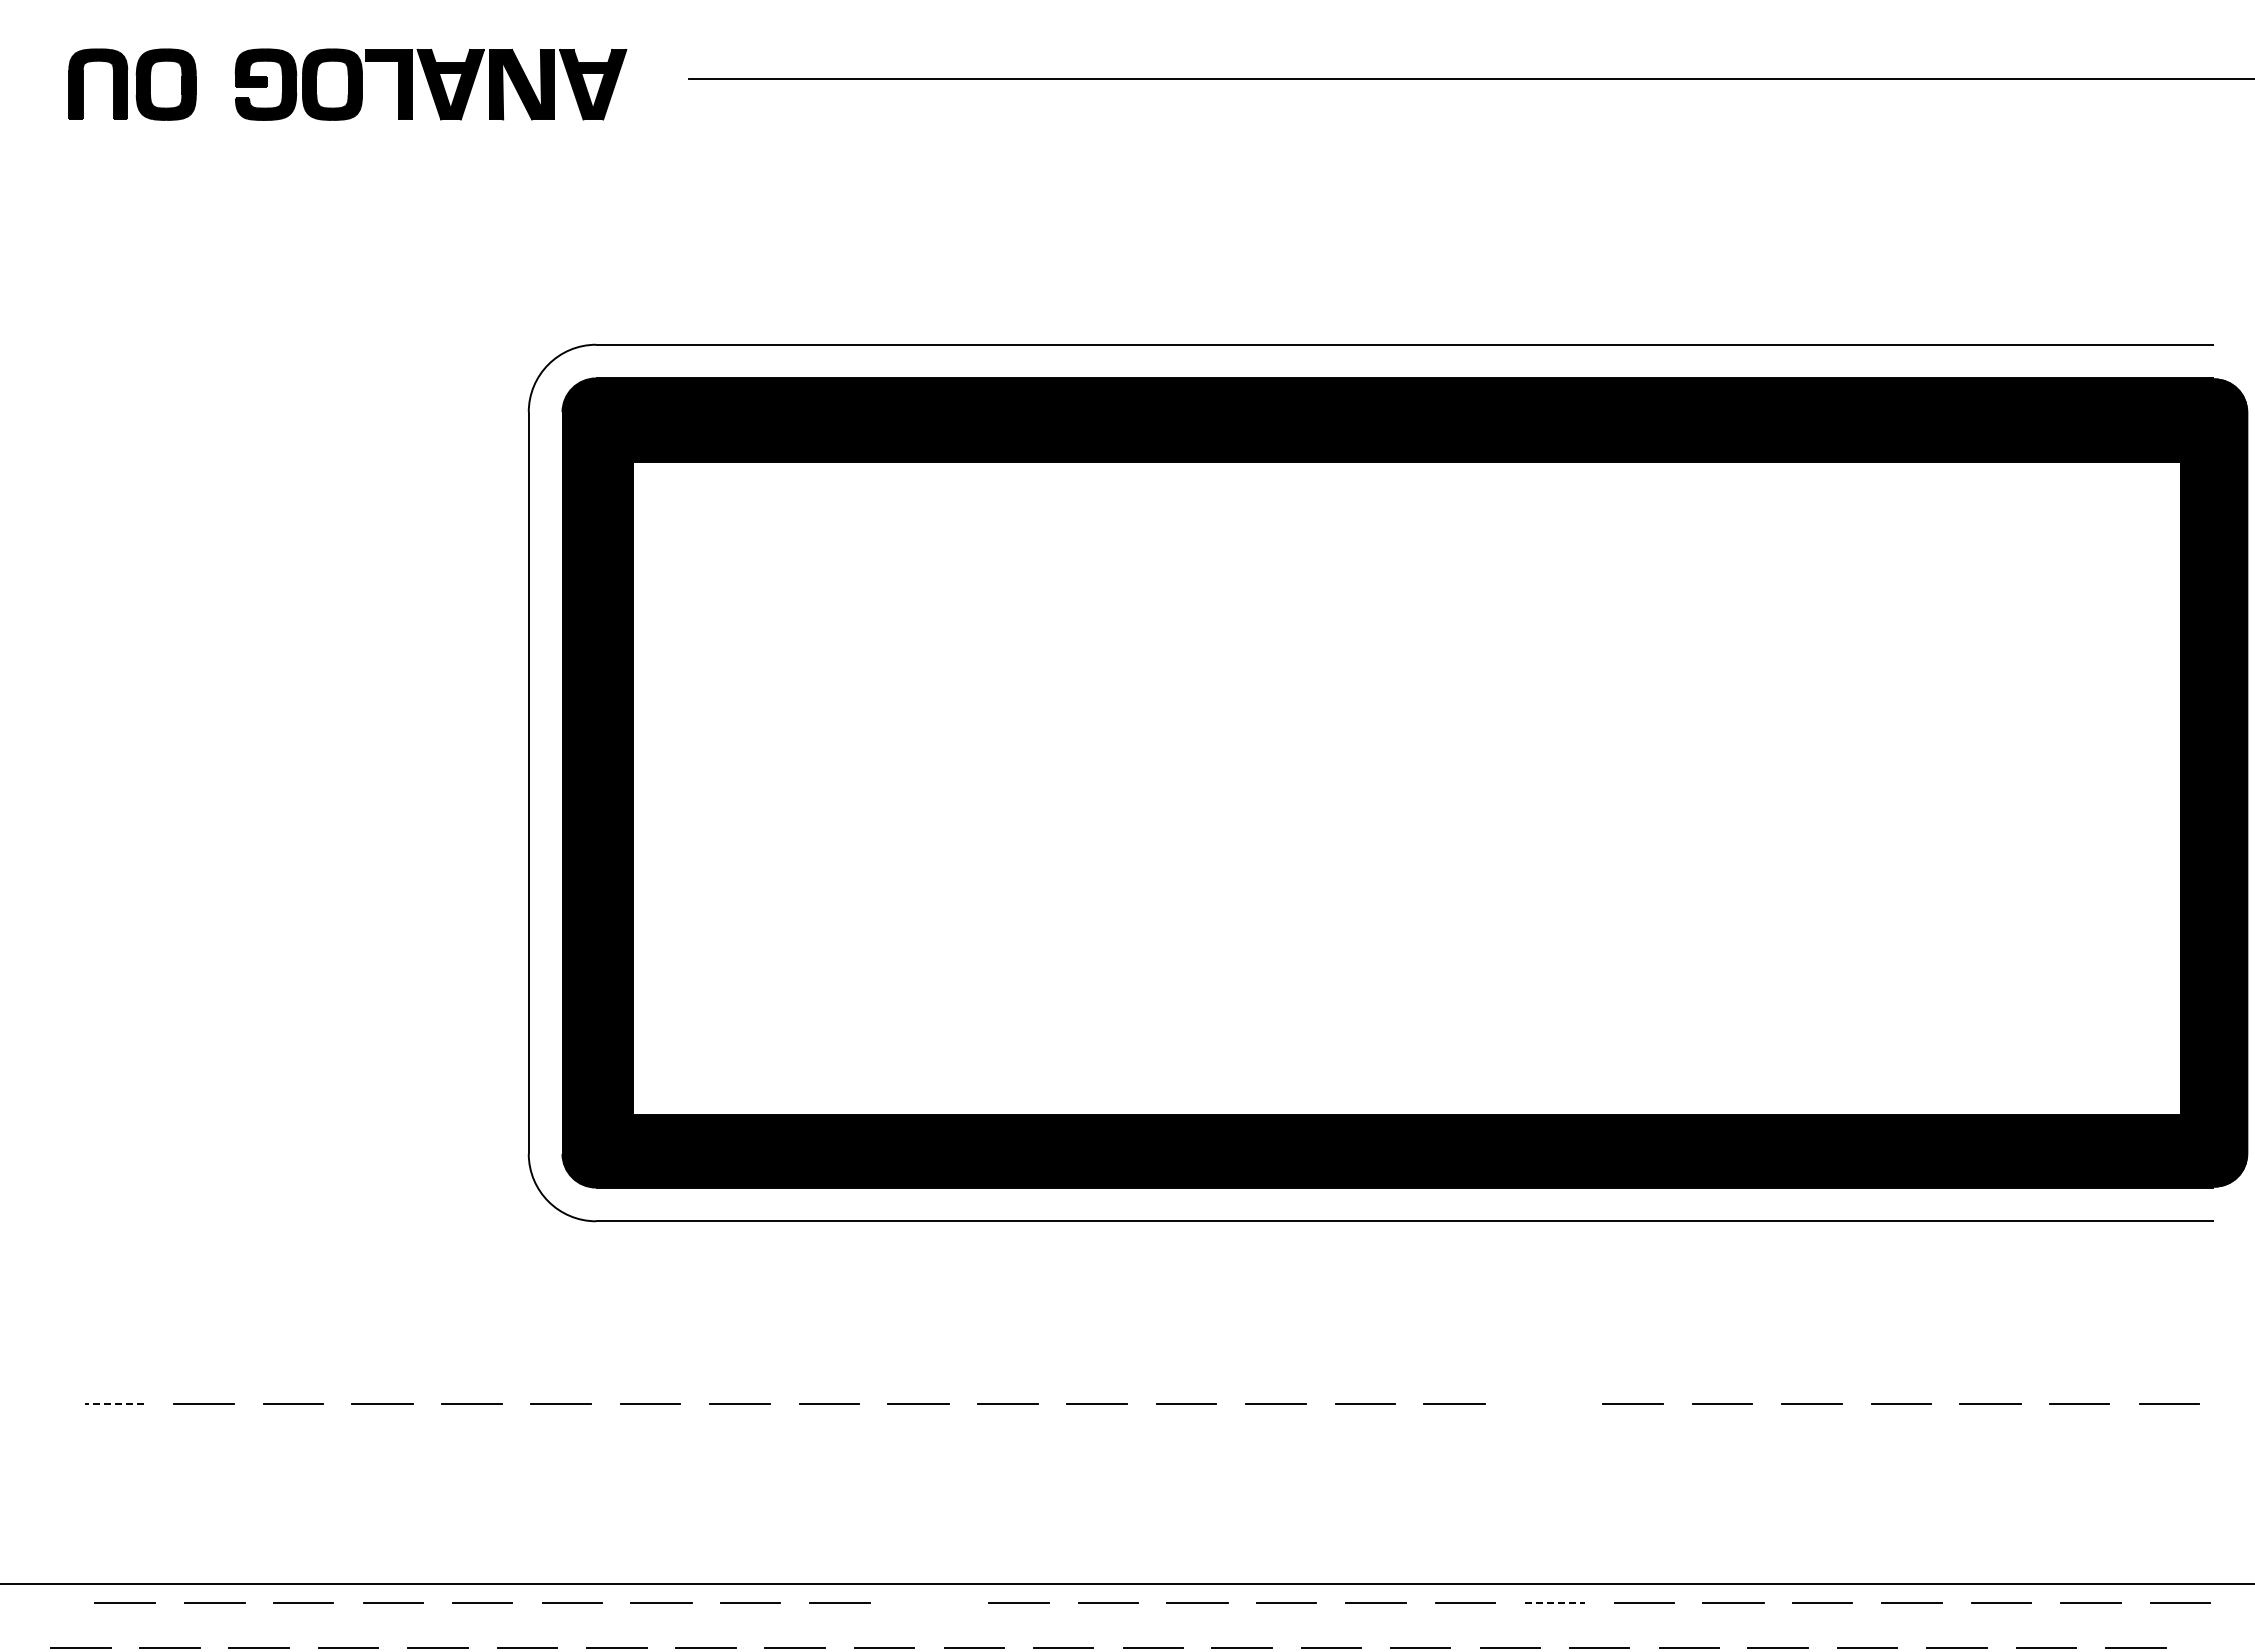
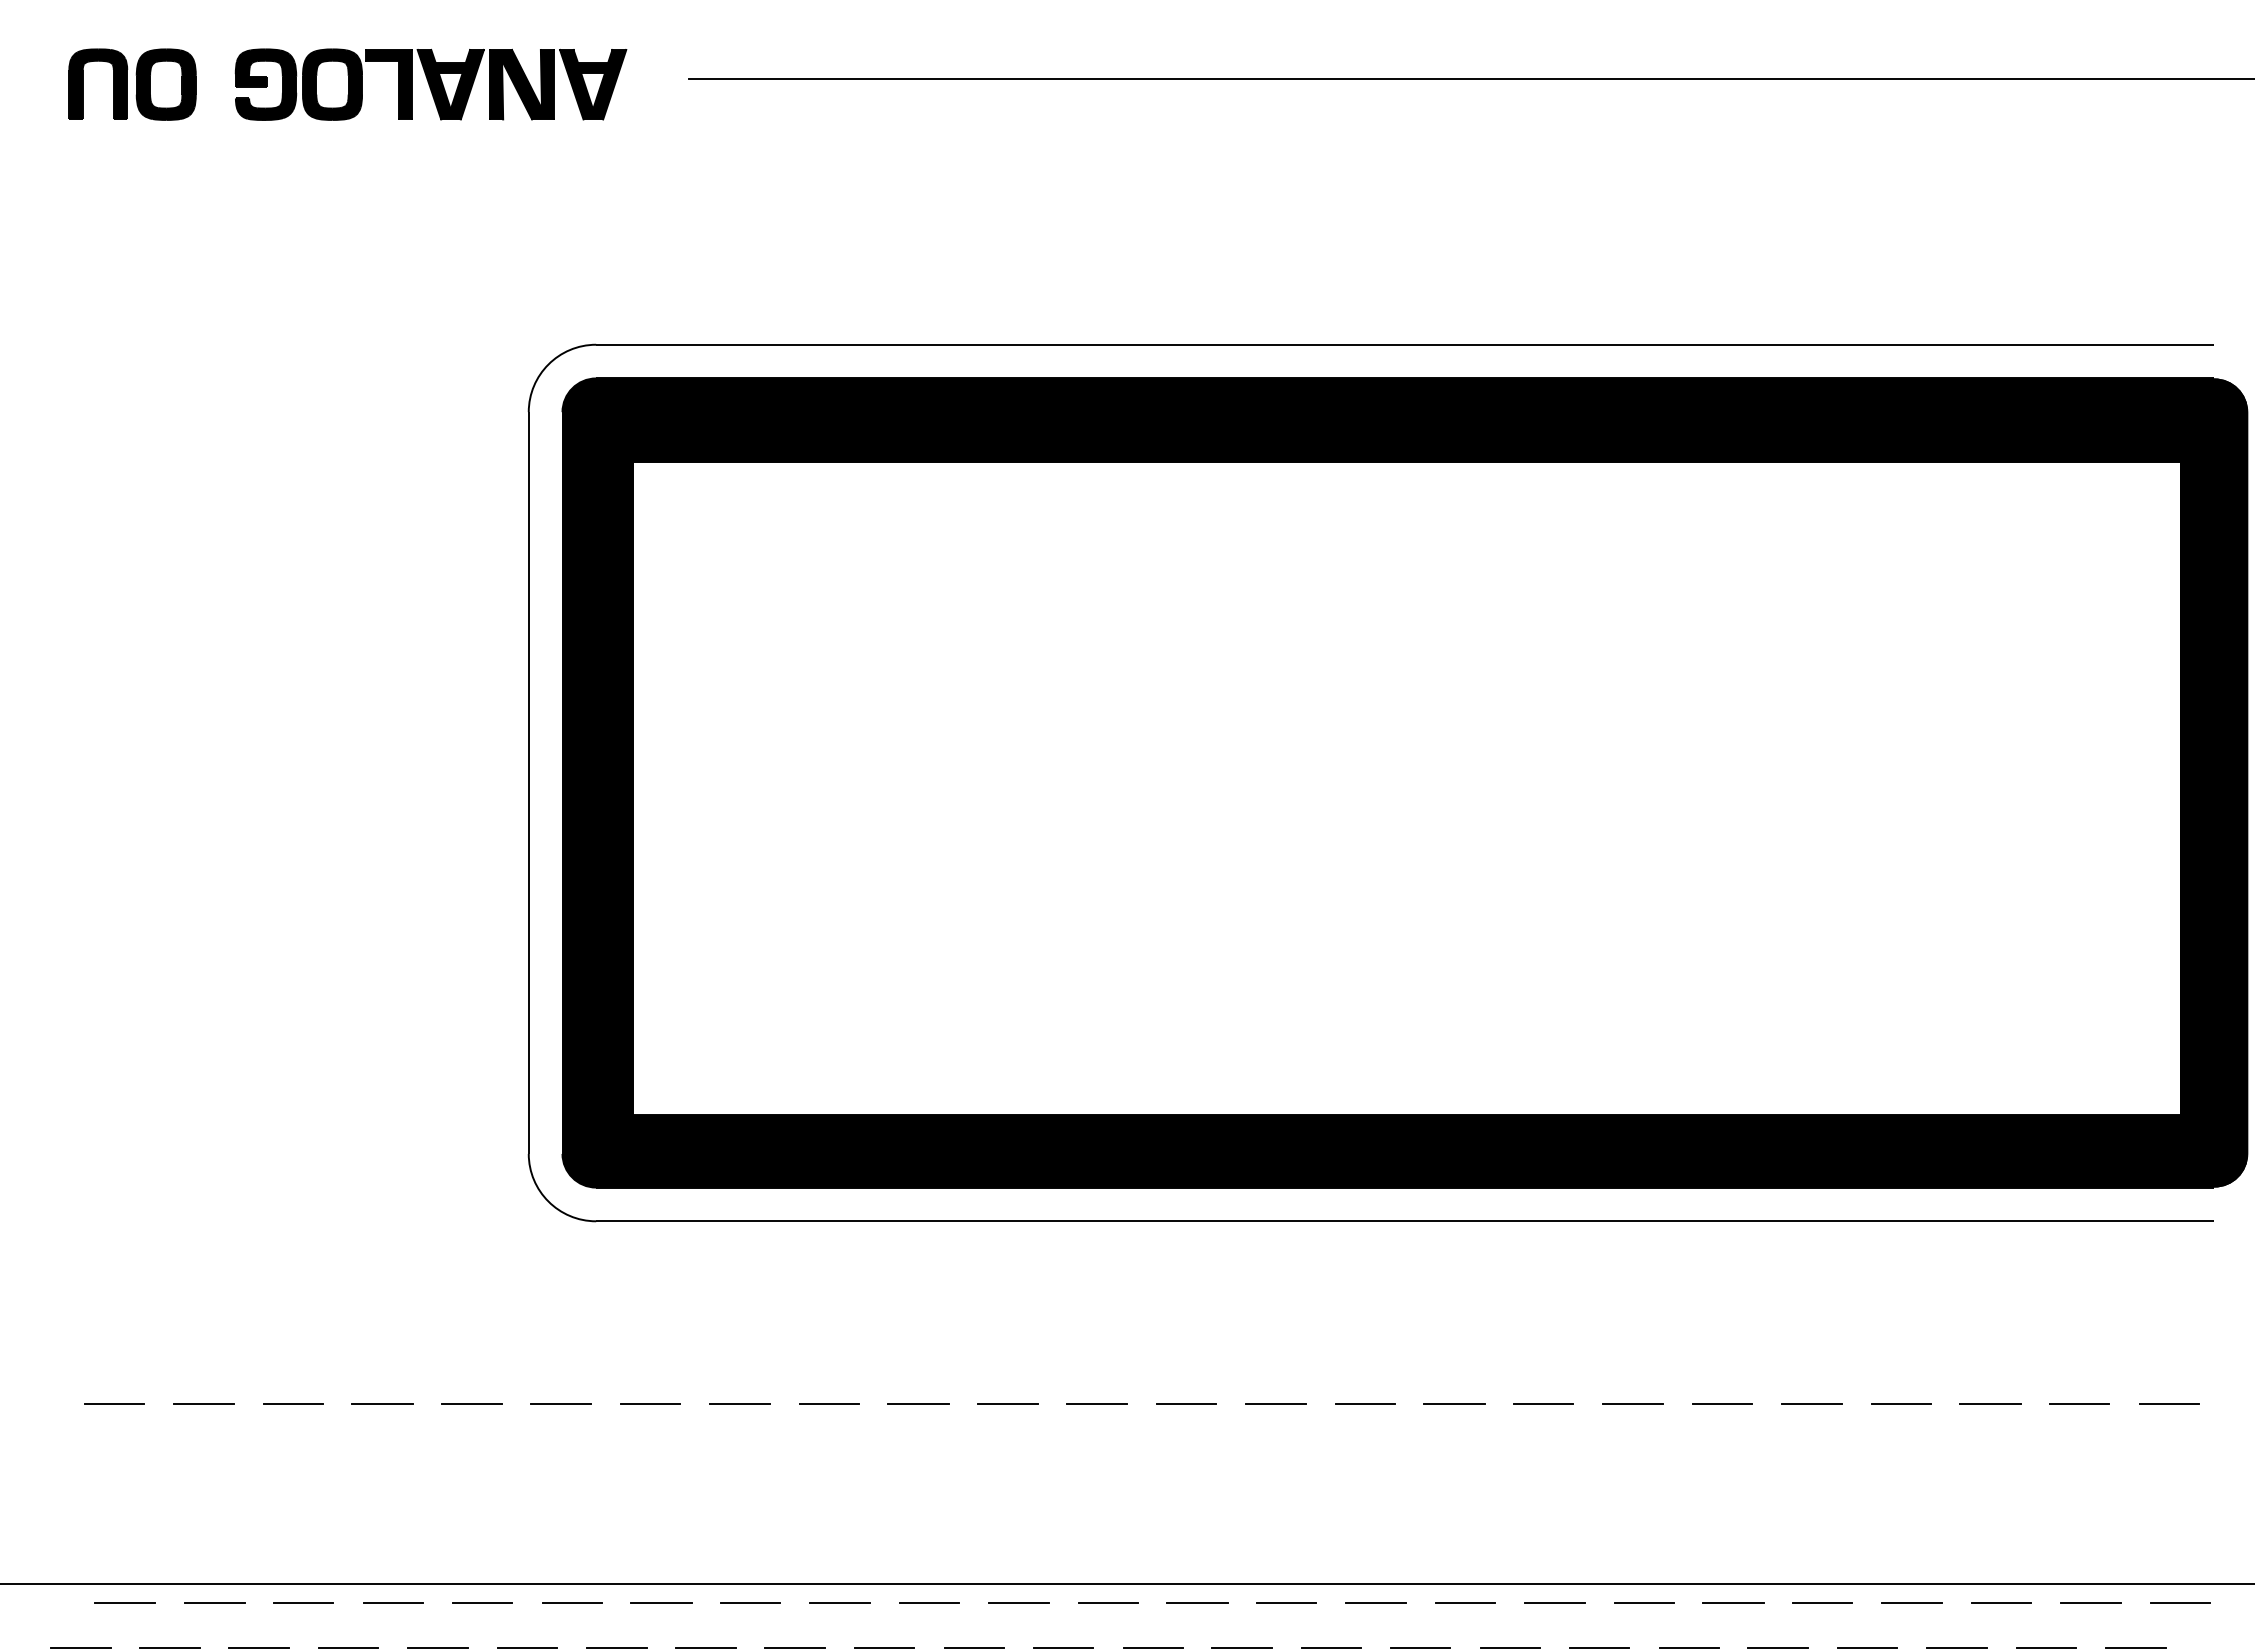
line at (114, 1403): dashed -> solid
line at (1543, 1403): none -> present
line at (929, 1602): none -> present
line at (1555, 1602): dashed -> solid
